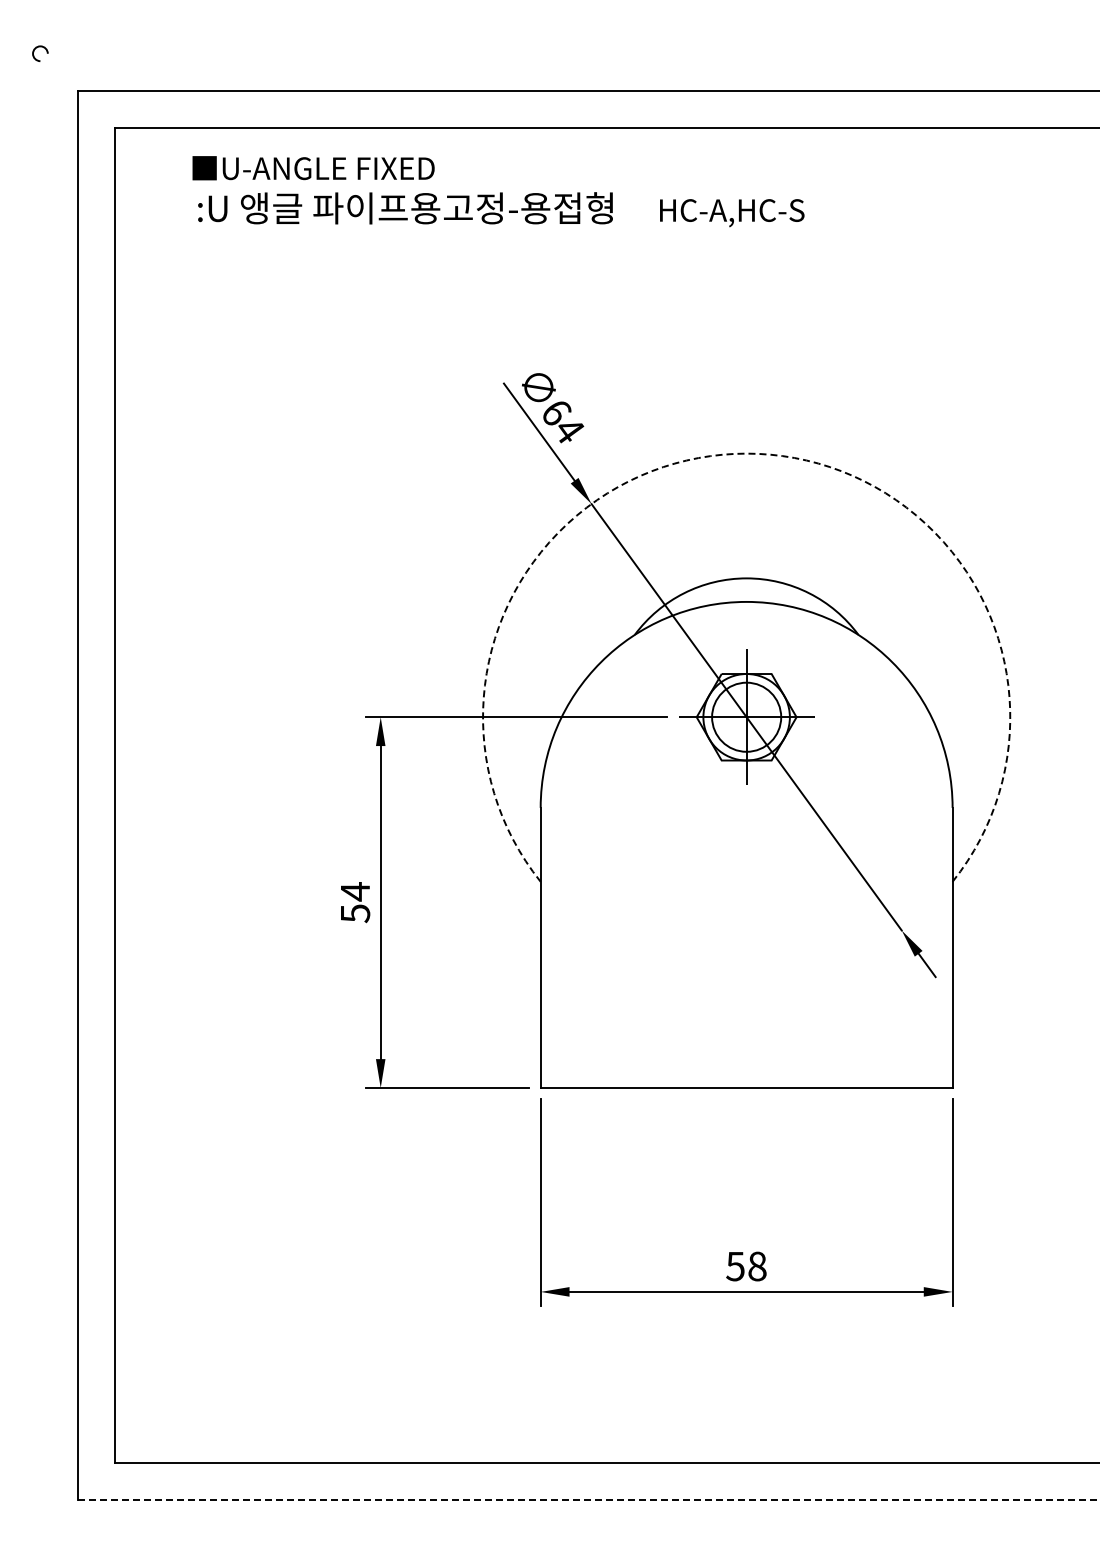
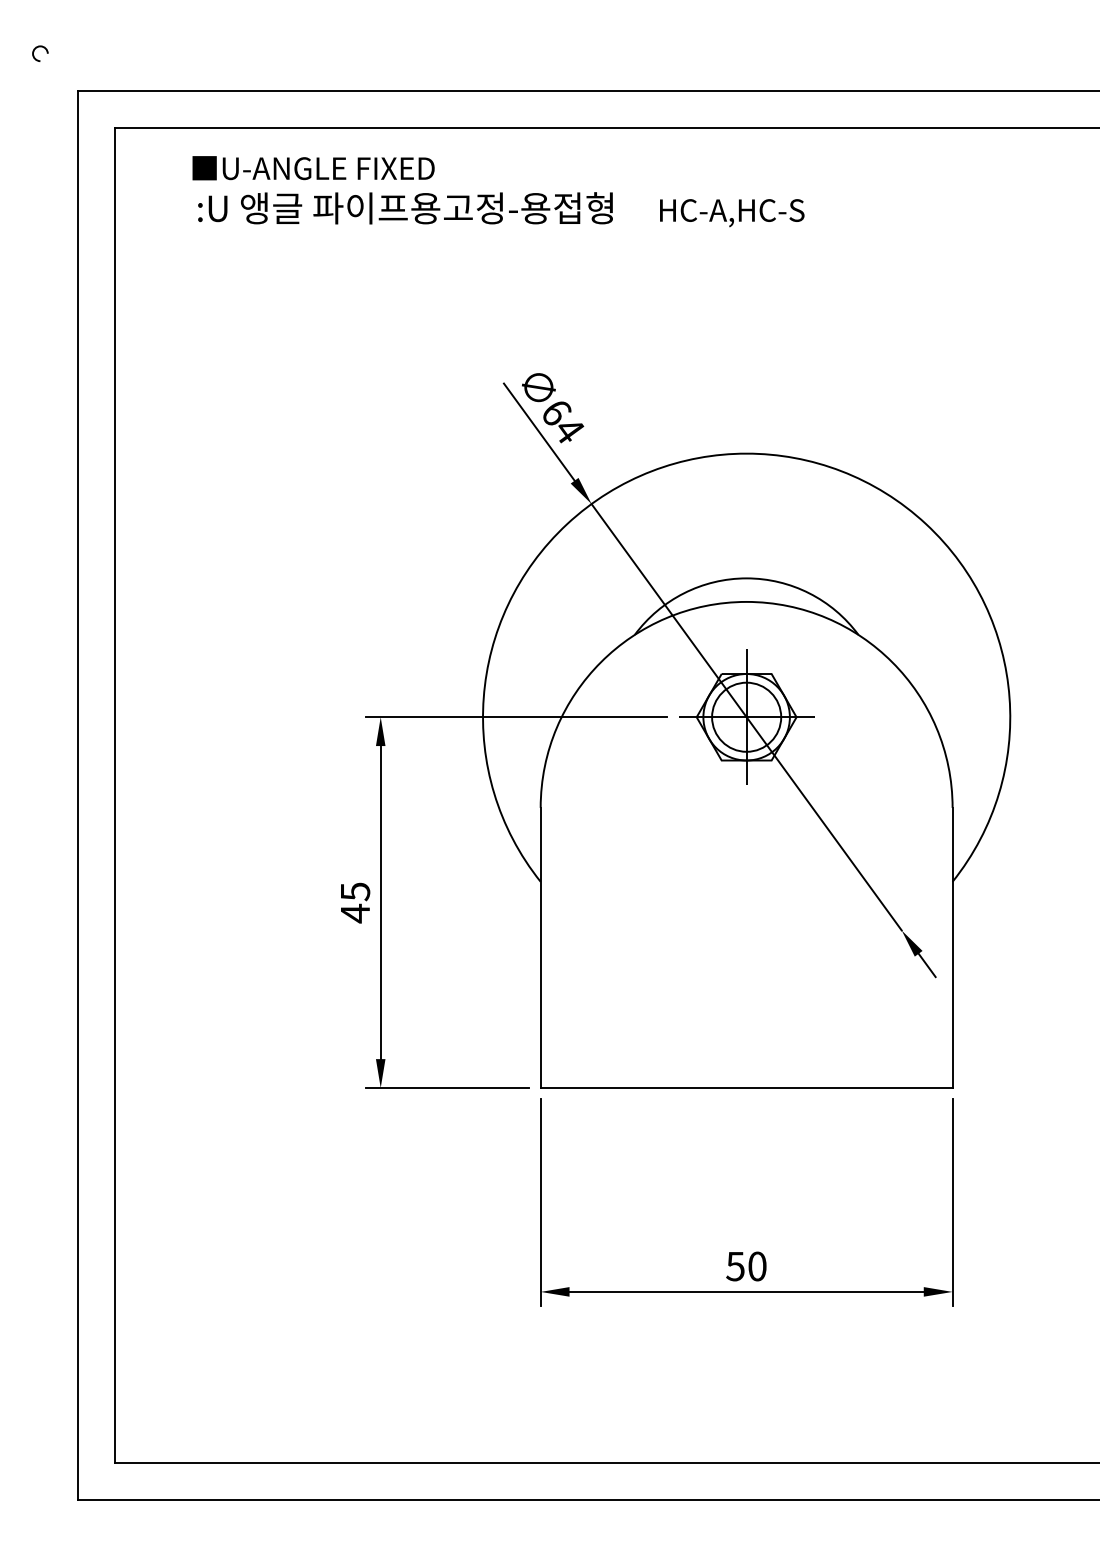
arc at (746, 453): dashed -> solid
text at (355, 902): 54 -> 45
text at (757, 1266): 58 -> 50
line at (588, 1499): dashed -> solid
